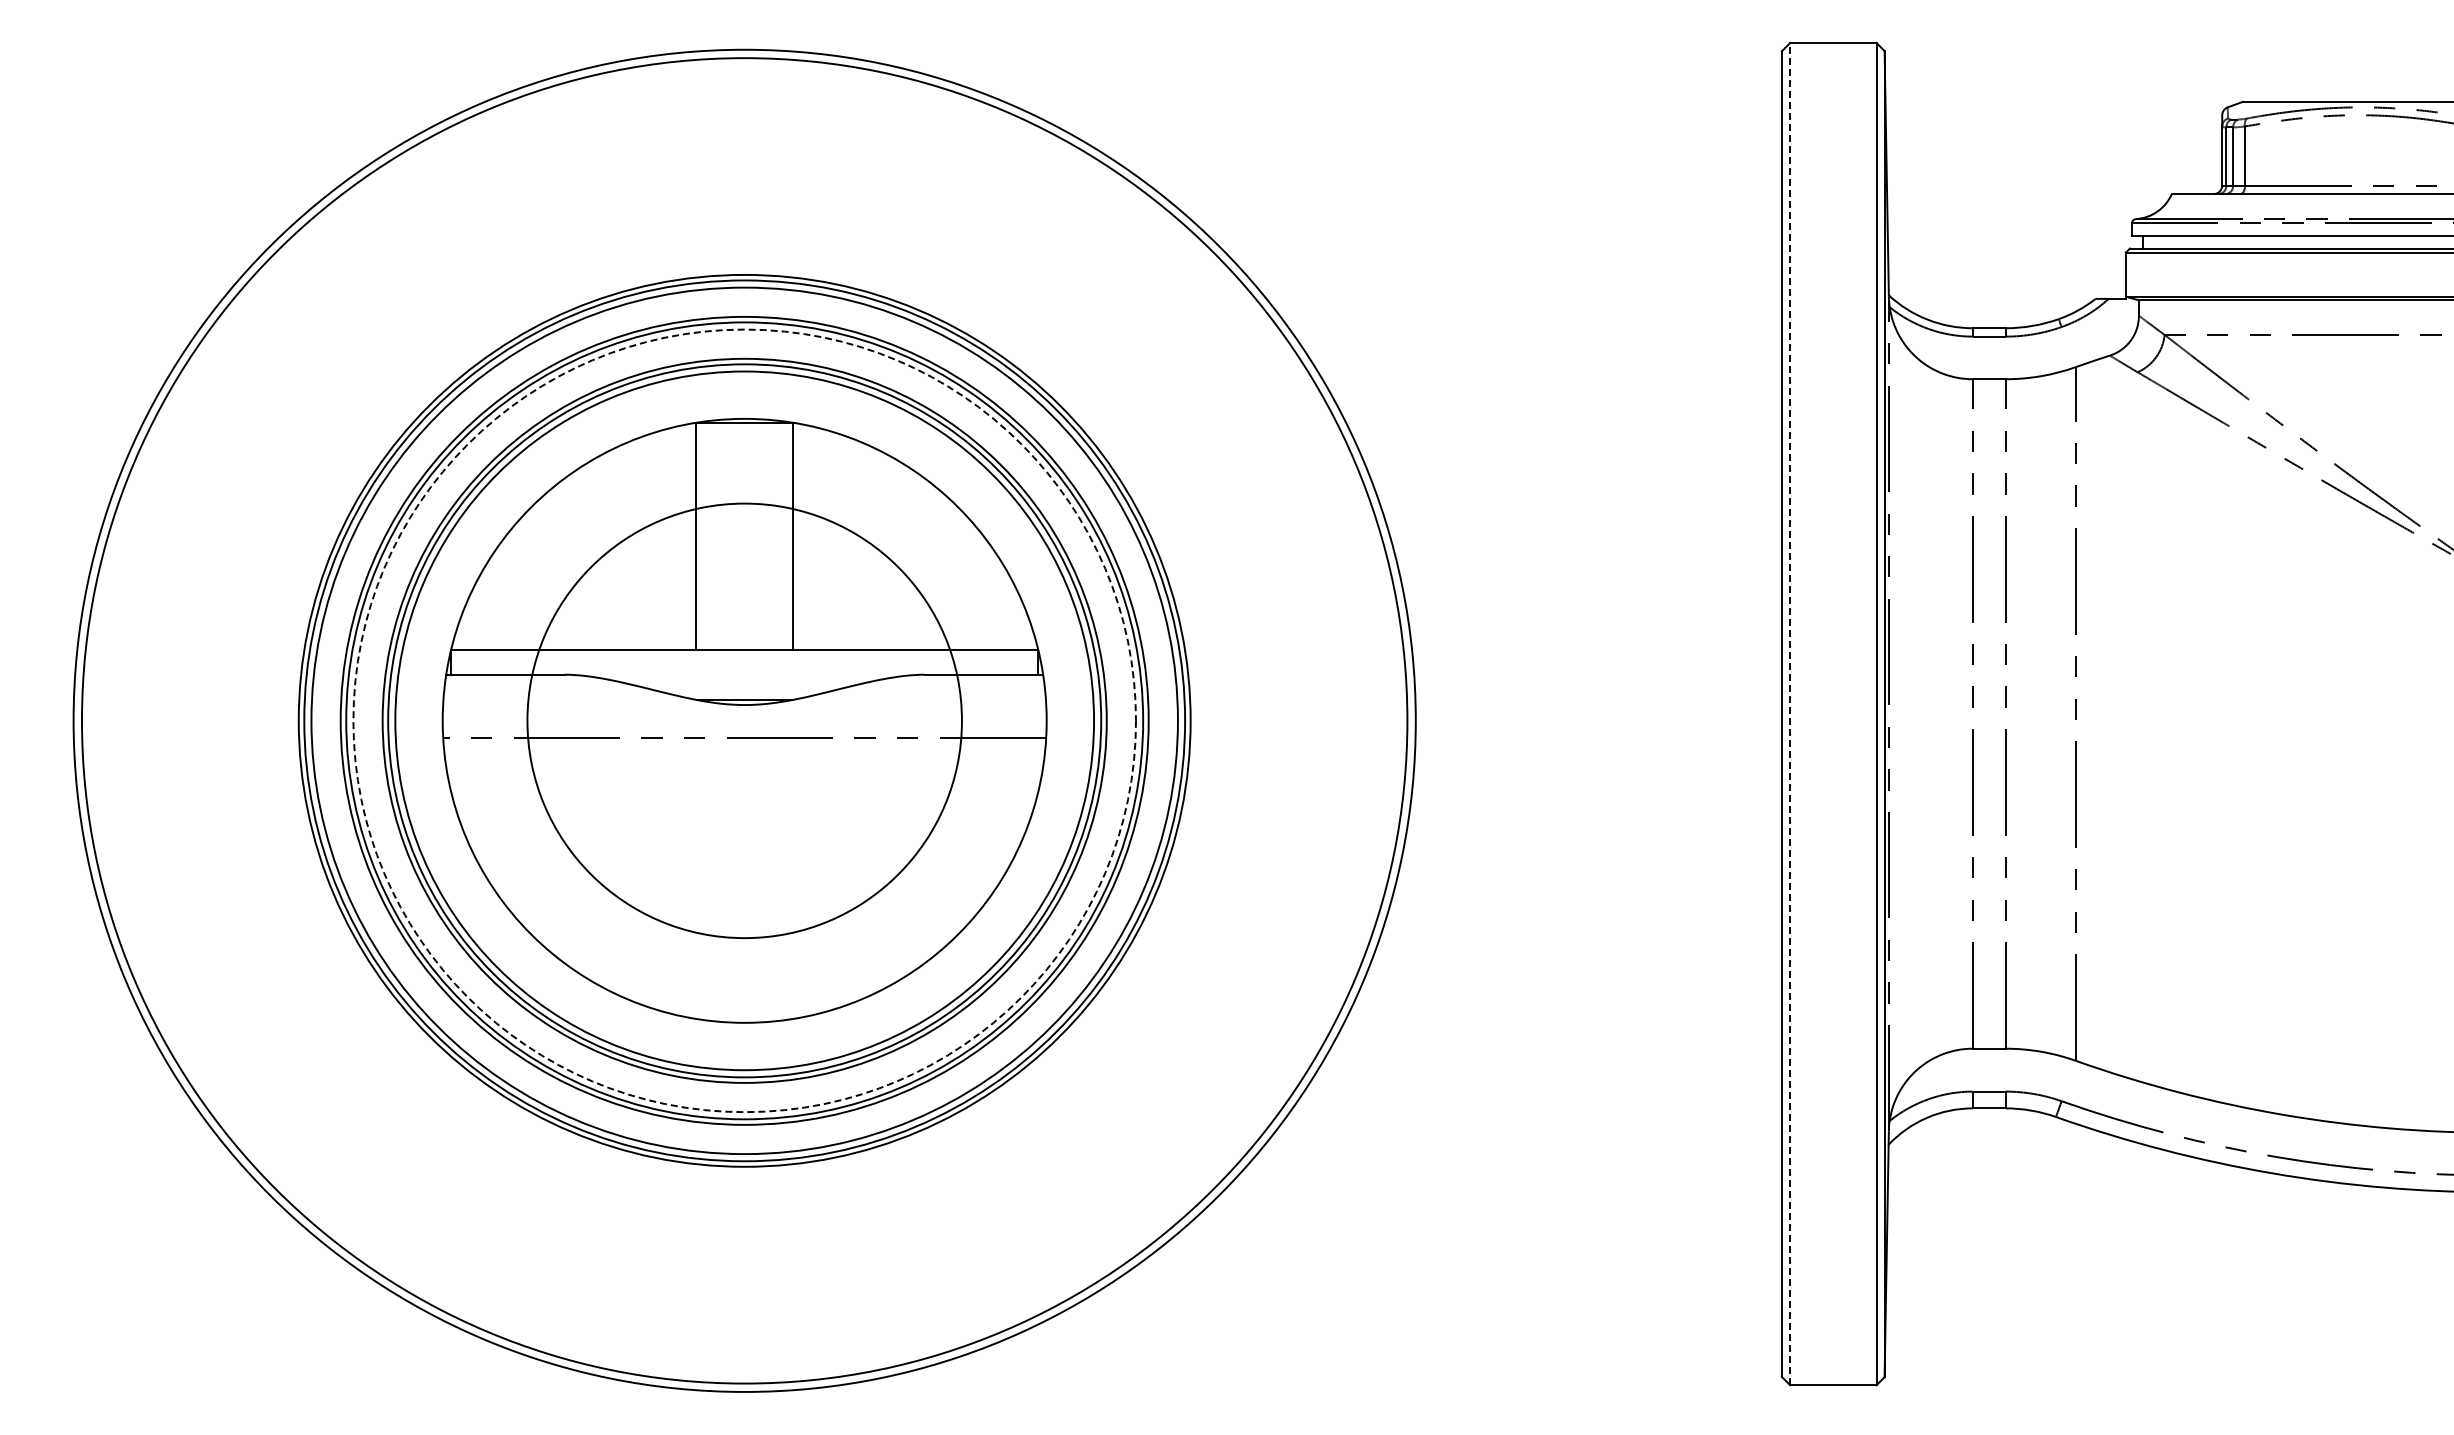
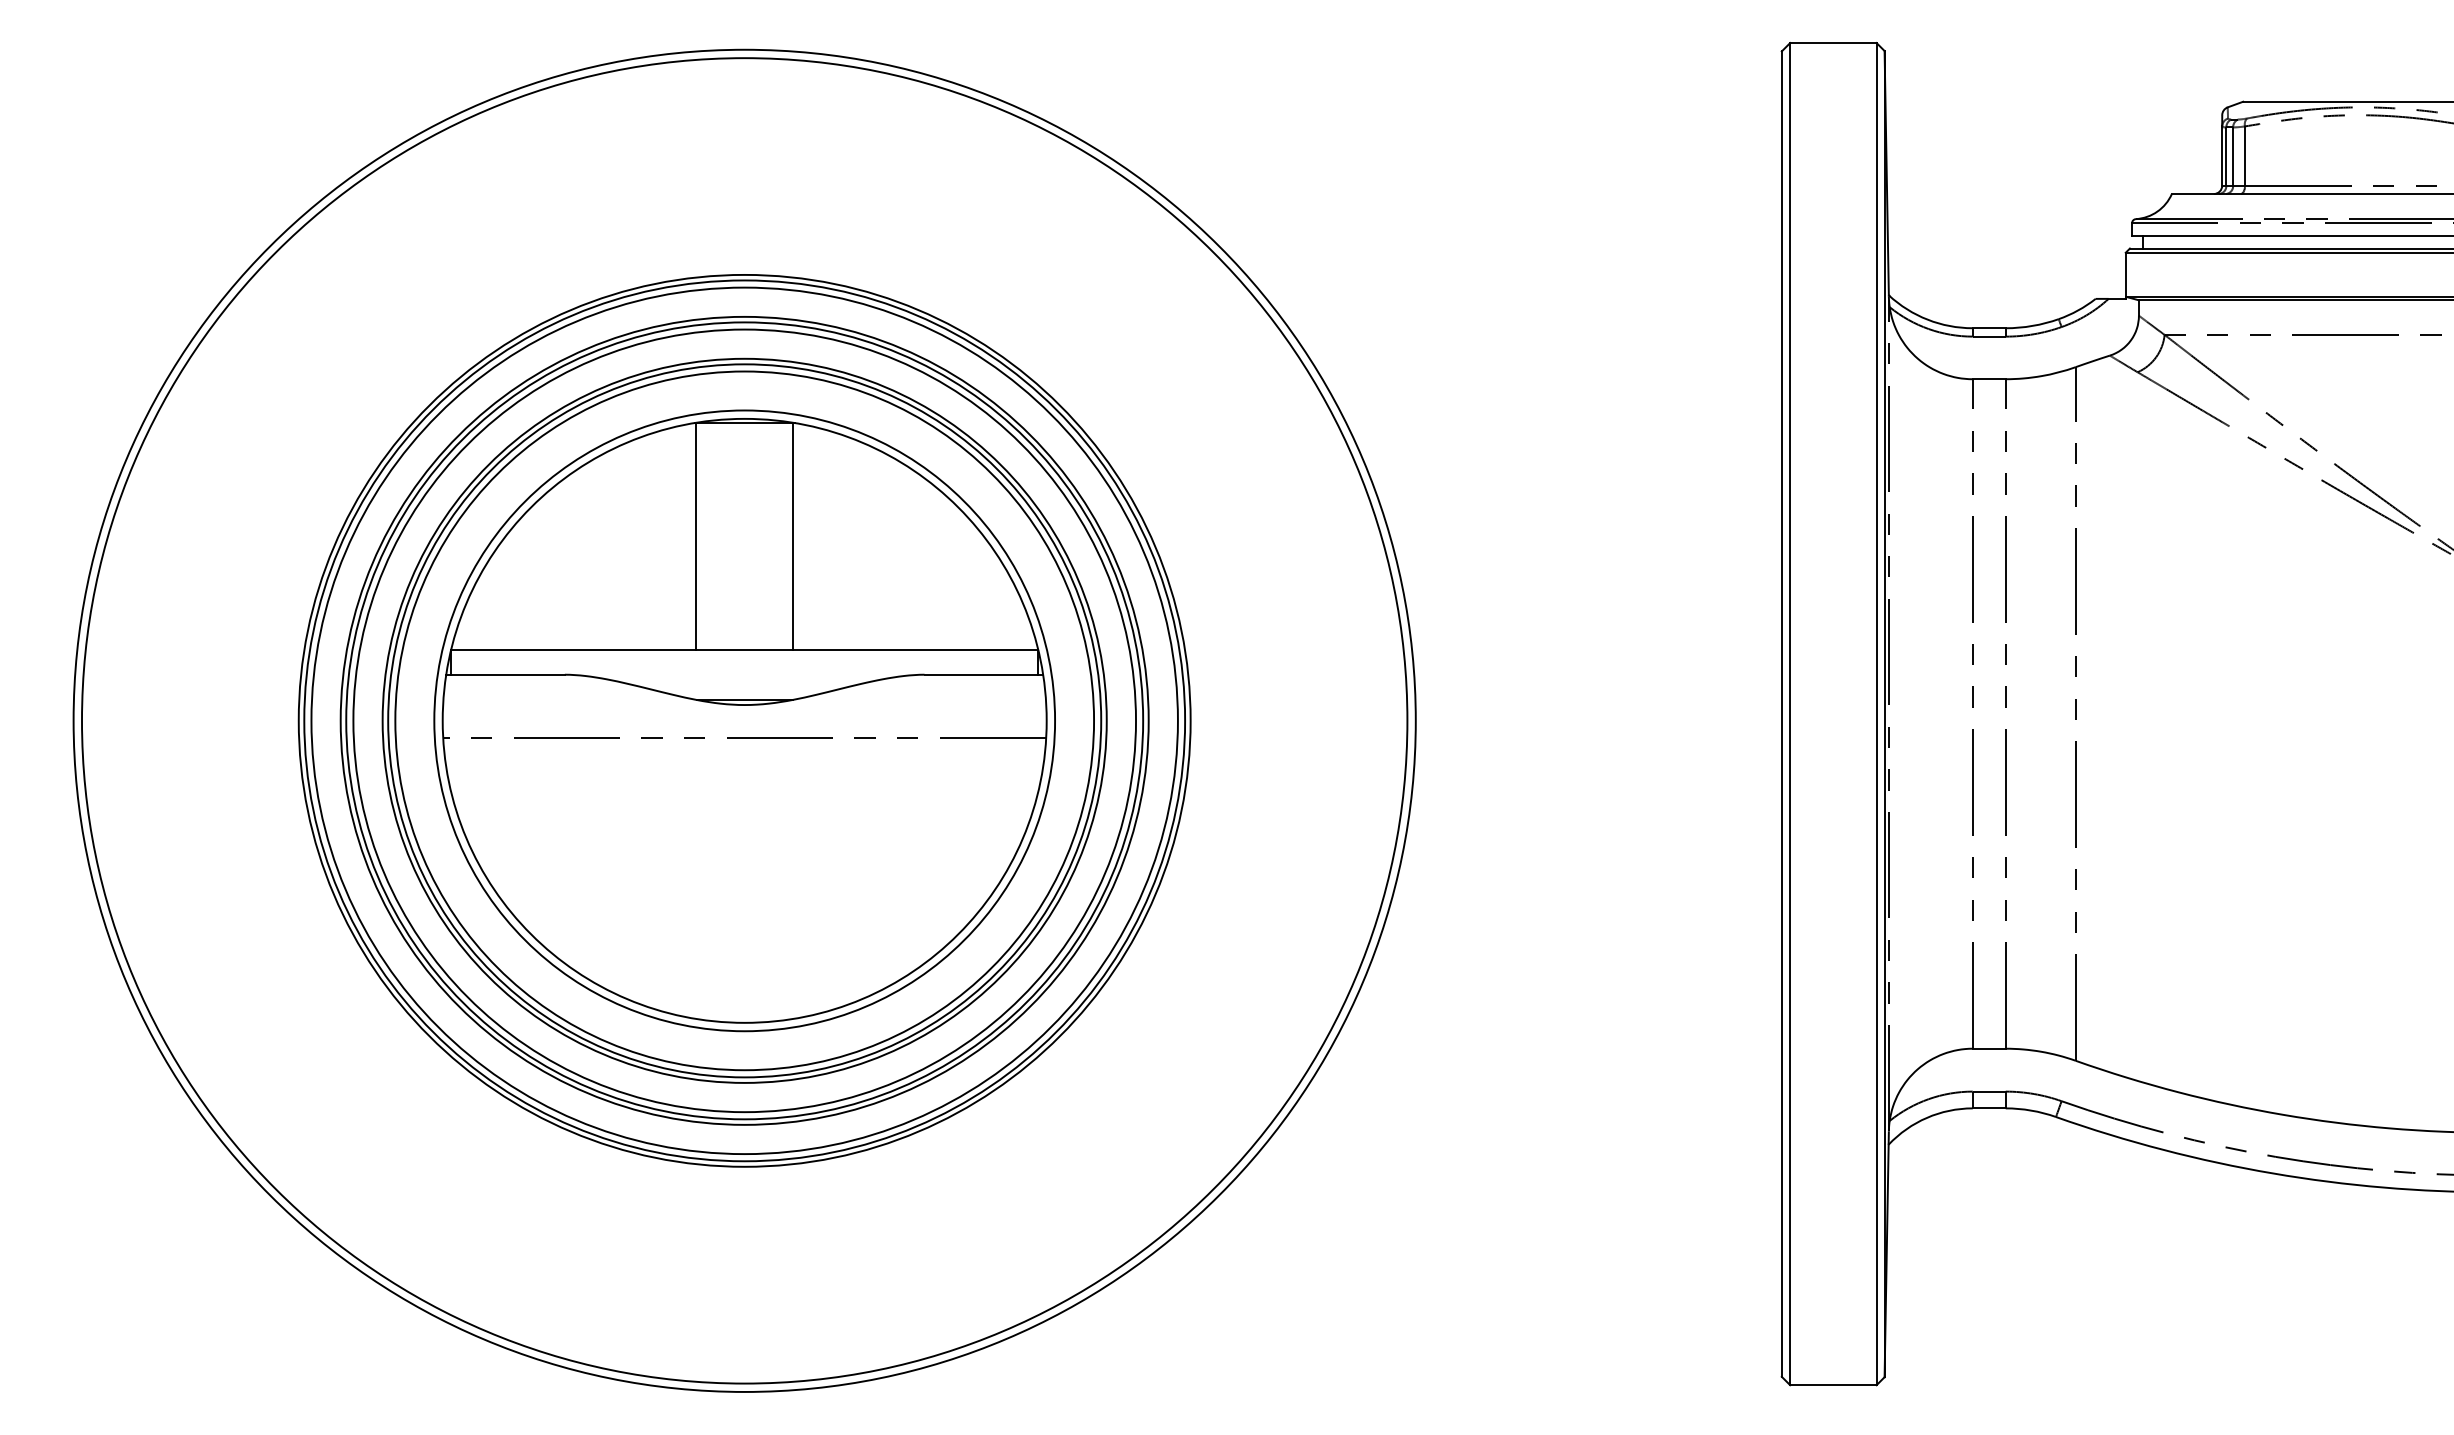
line at (1790, 713): dashed -> solid
circle at (744, 720) diameter: 435 px -> 621 px
circle at (744, 720): dashed -> solid
